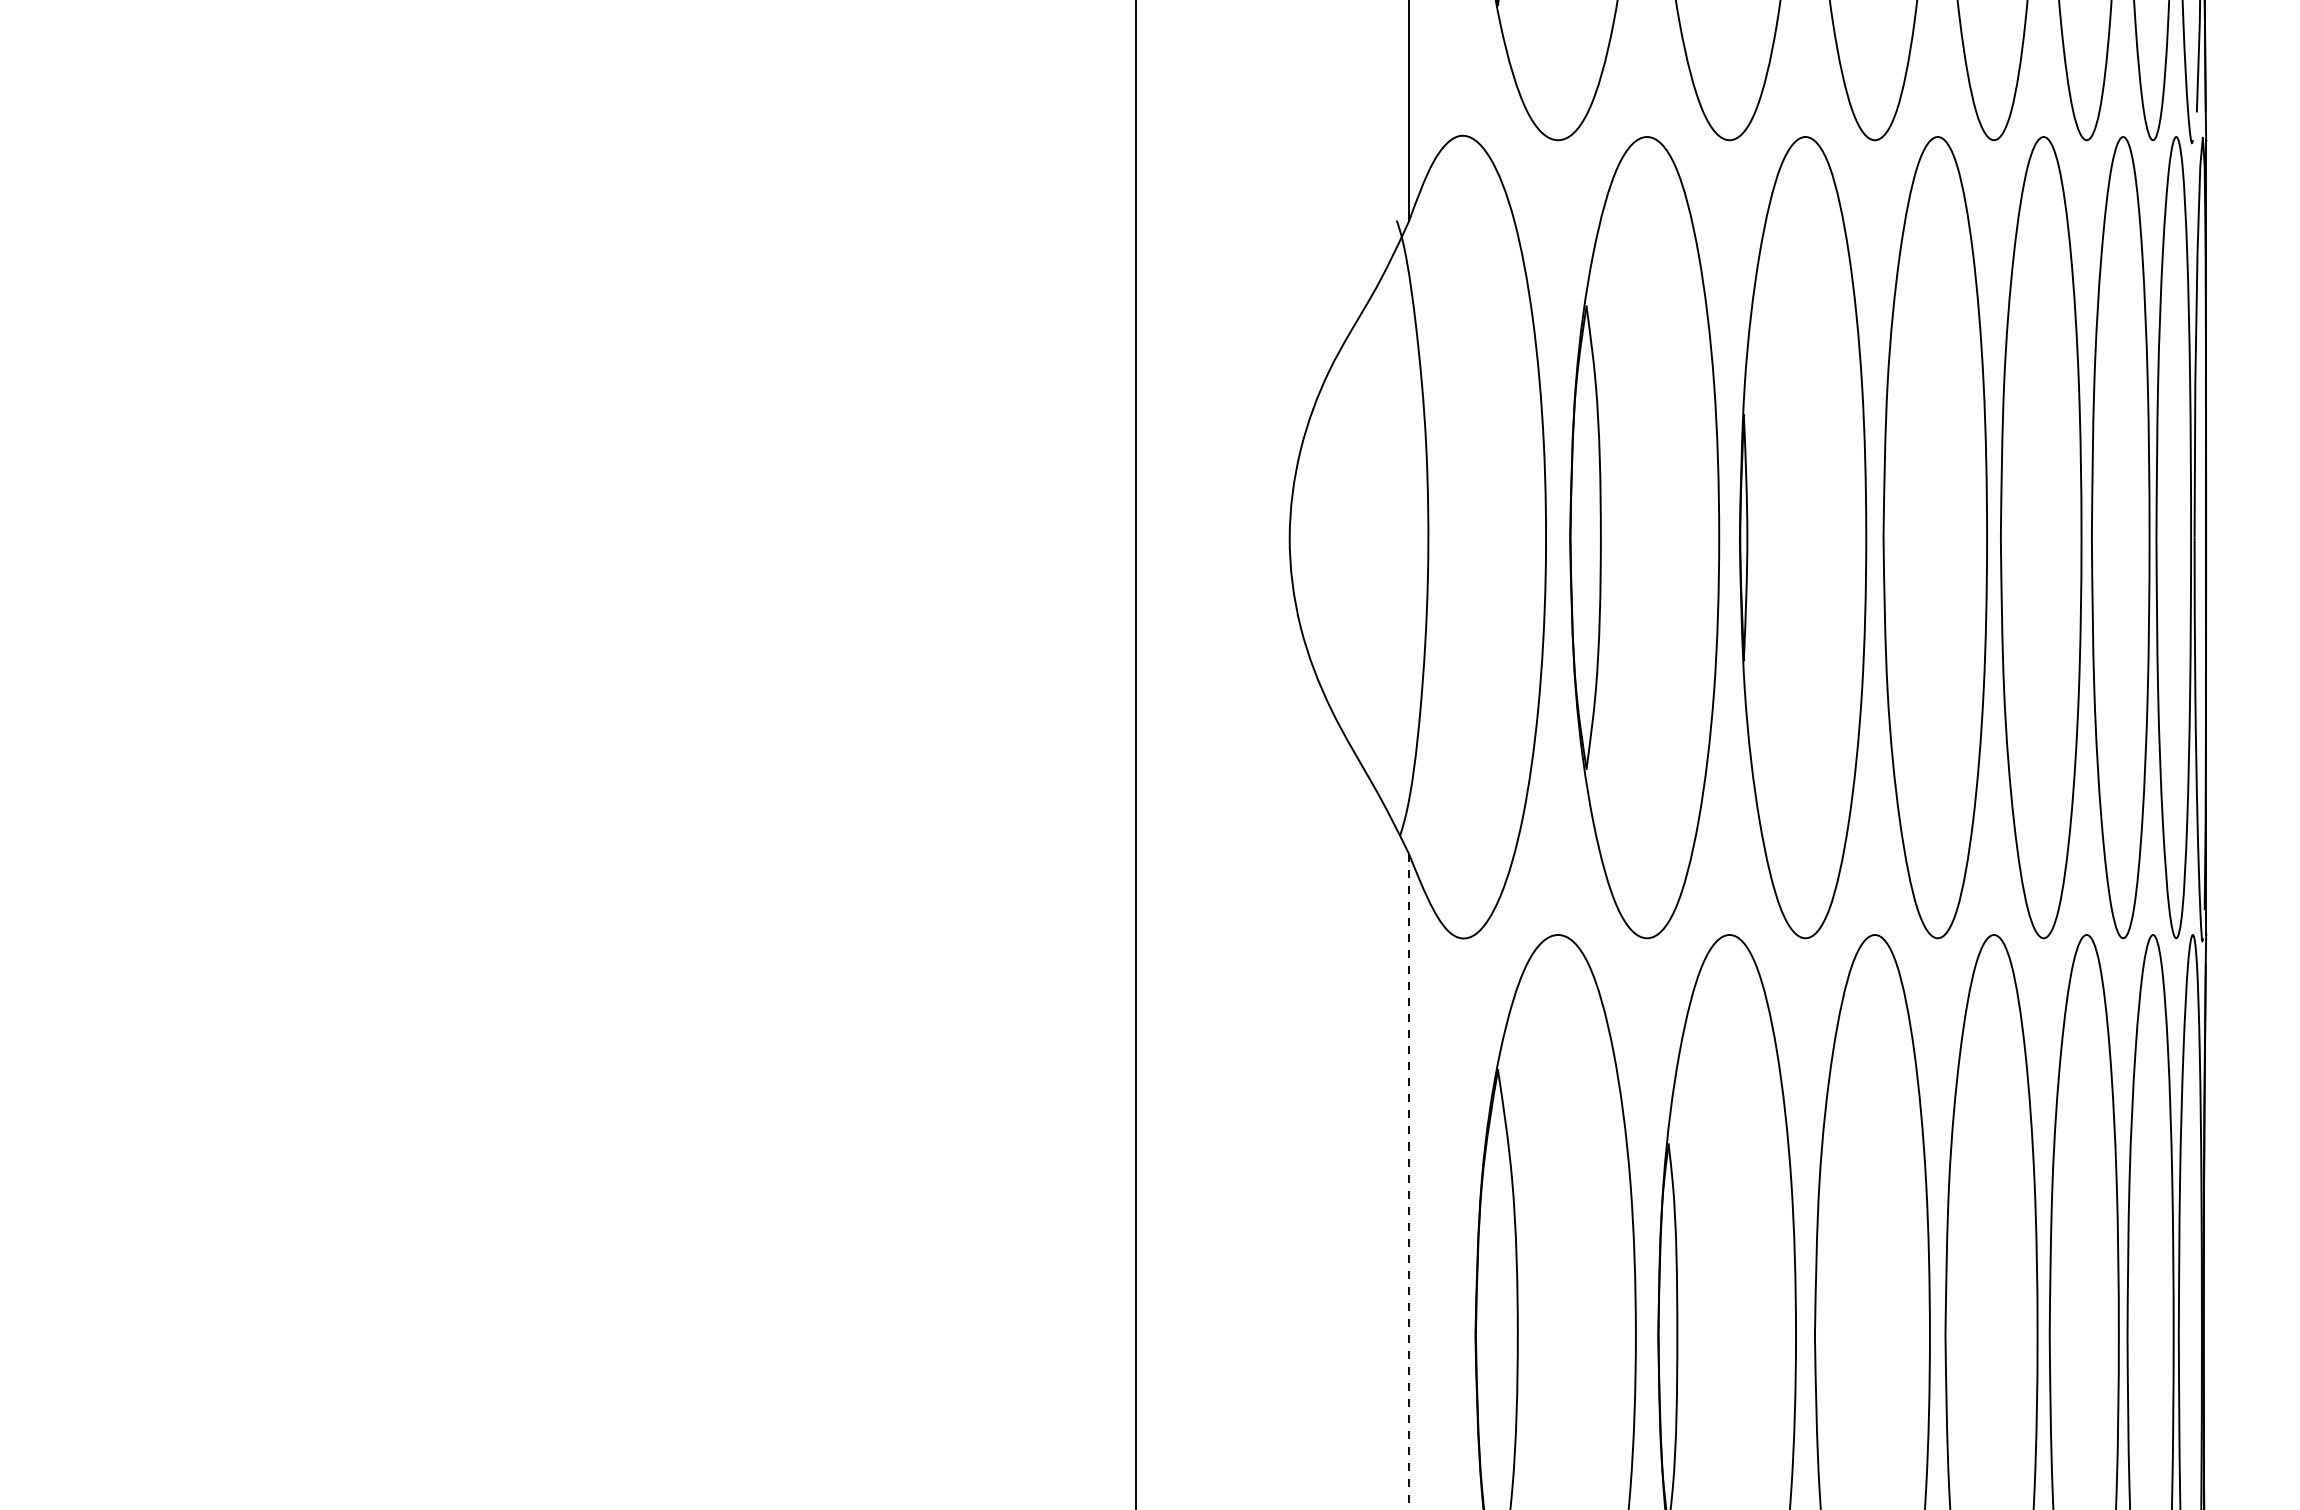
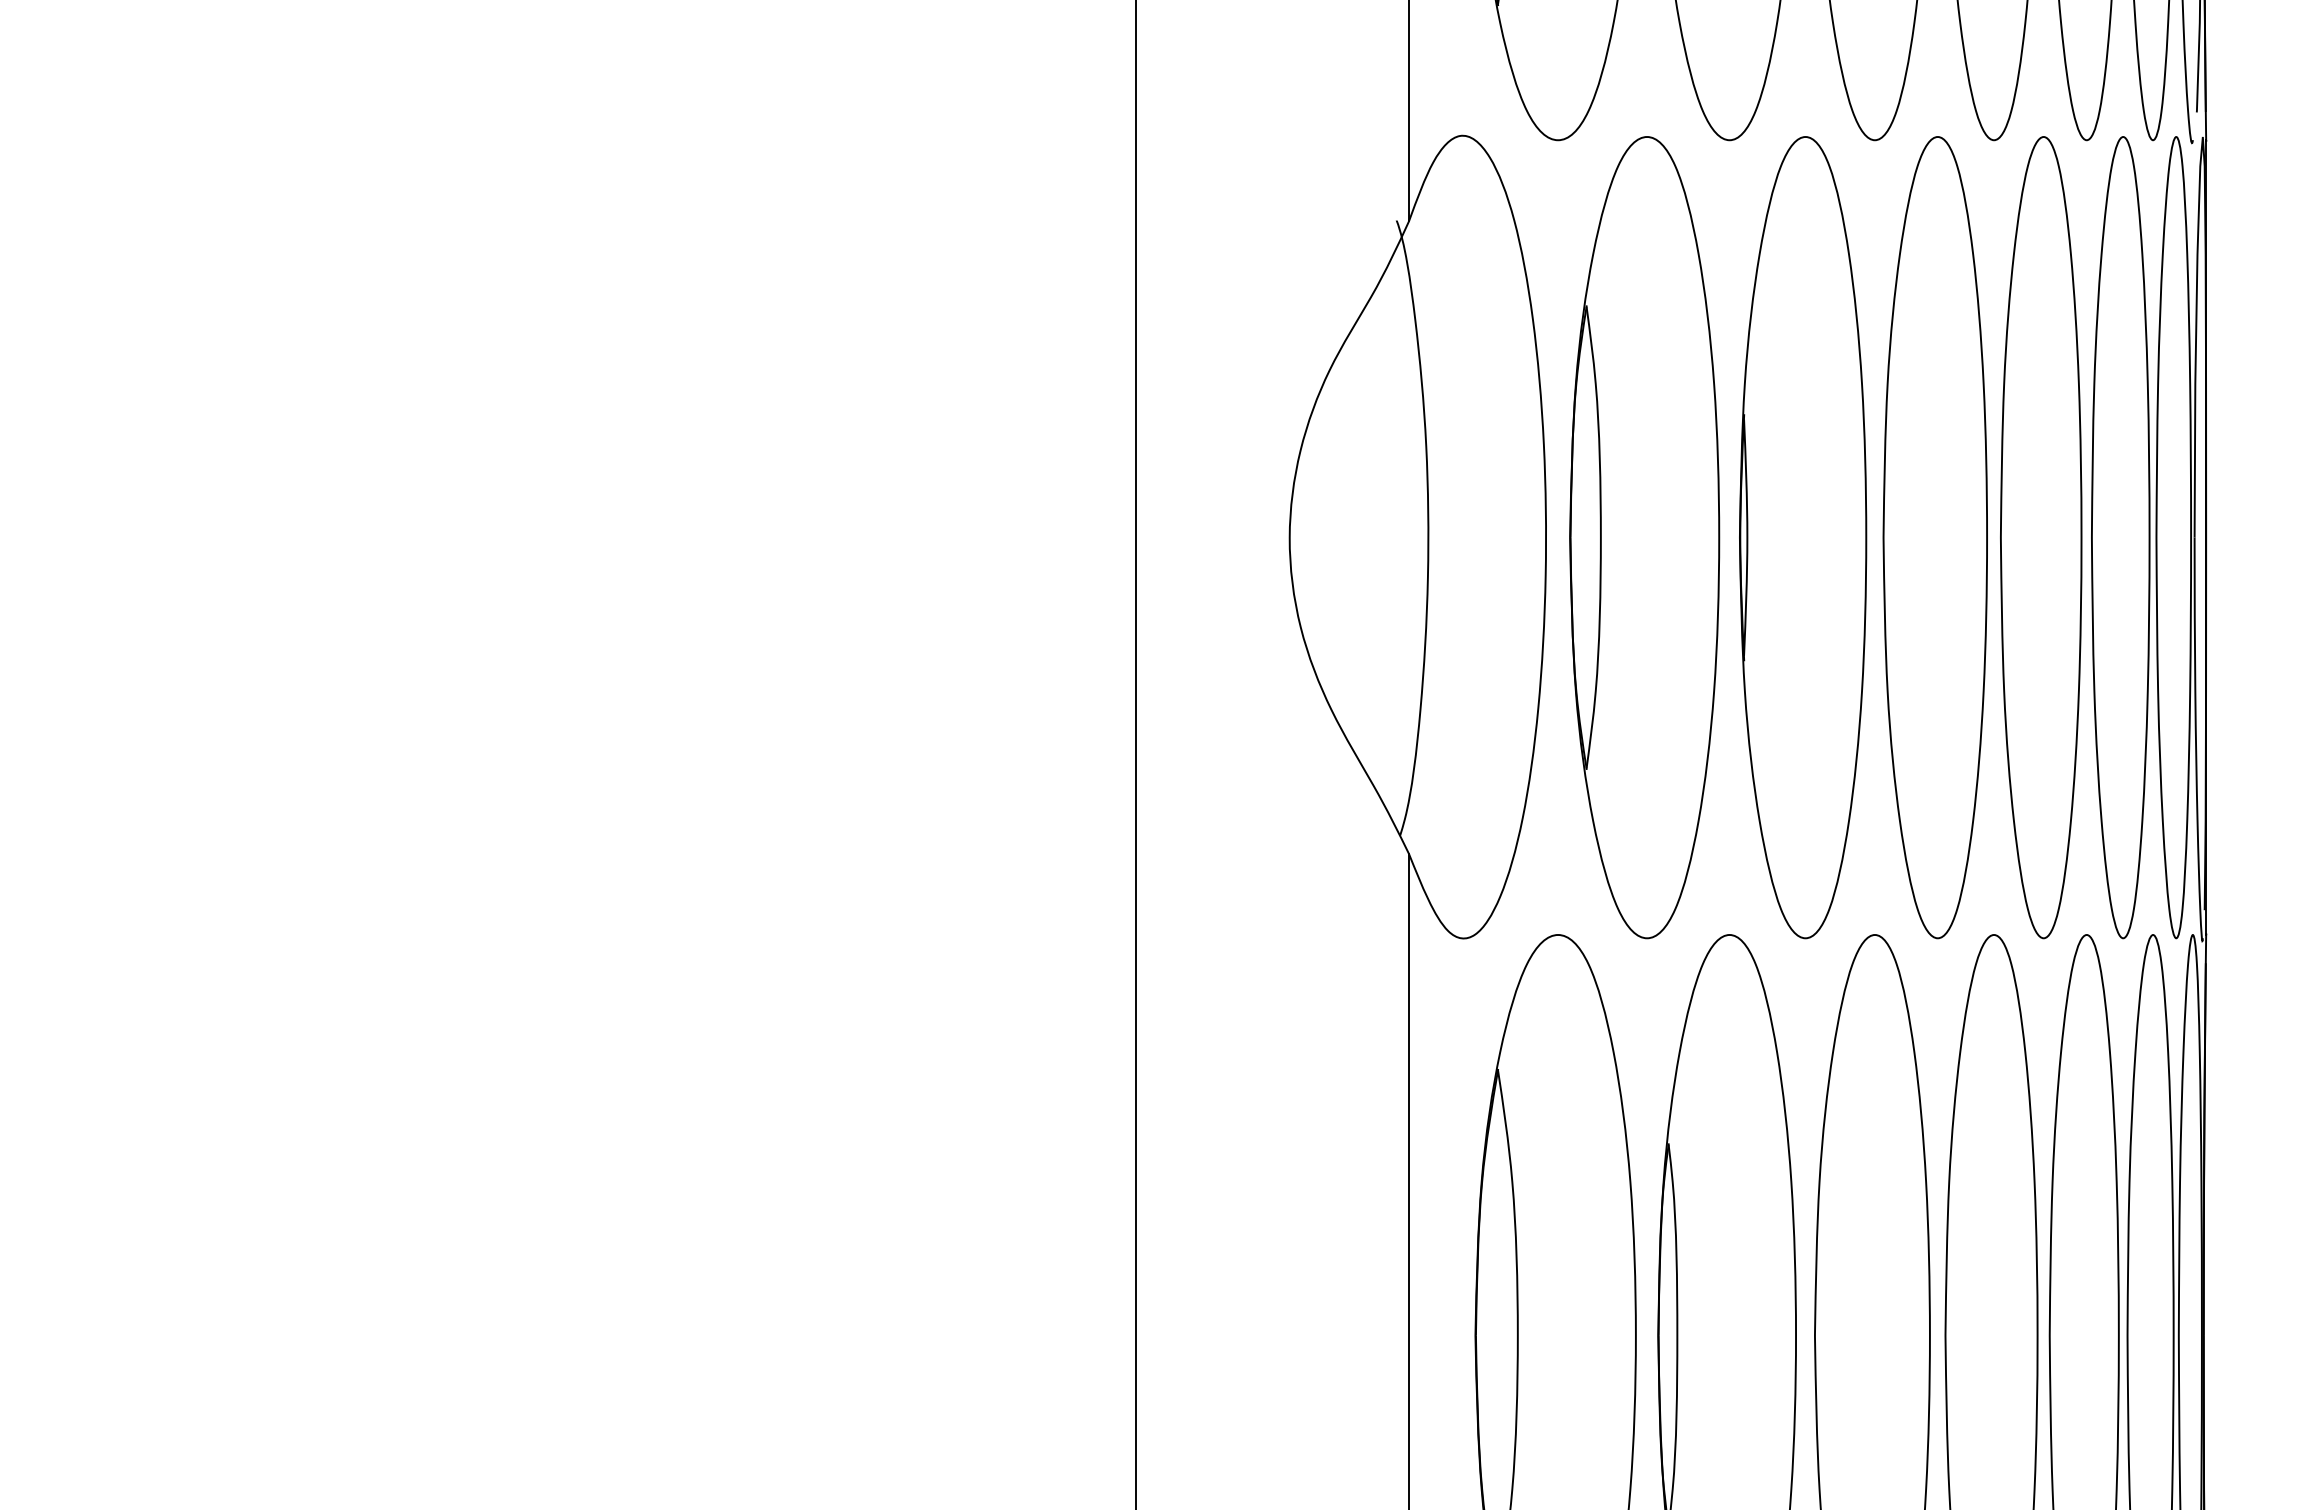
line at (1409, 1181): dashed -> solid
